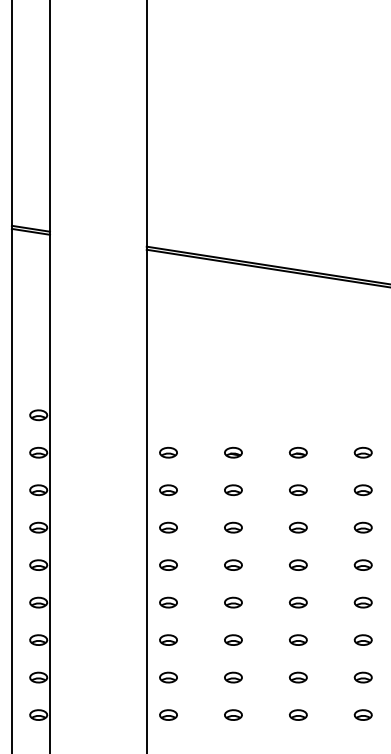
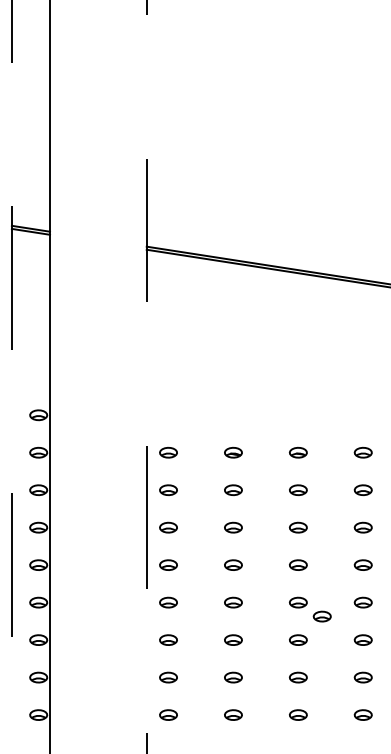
line at (11, 376): solid -> dashed
line at (146, 376): solid -> dashed
part at (321, 616): none -> present
